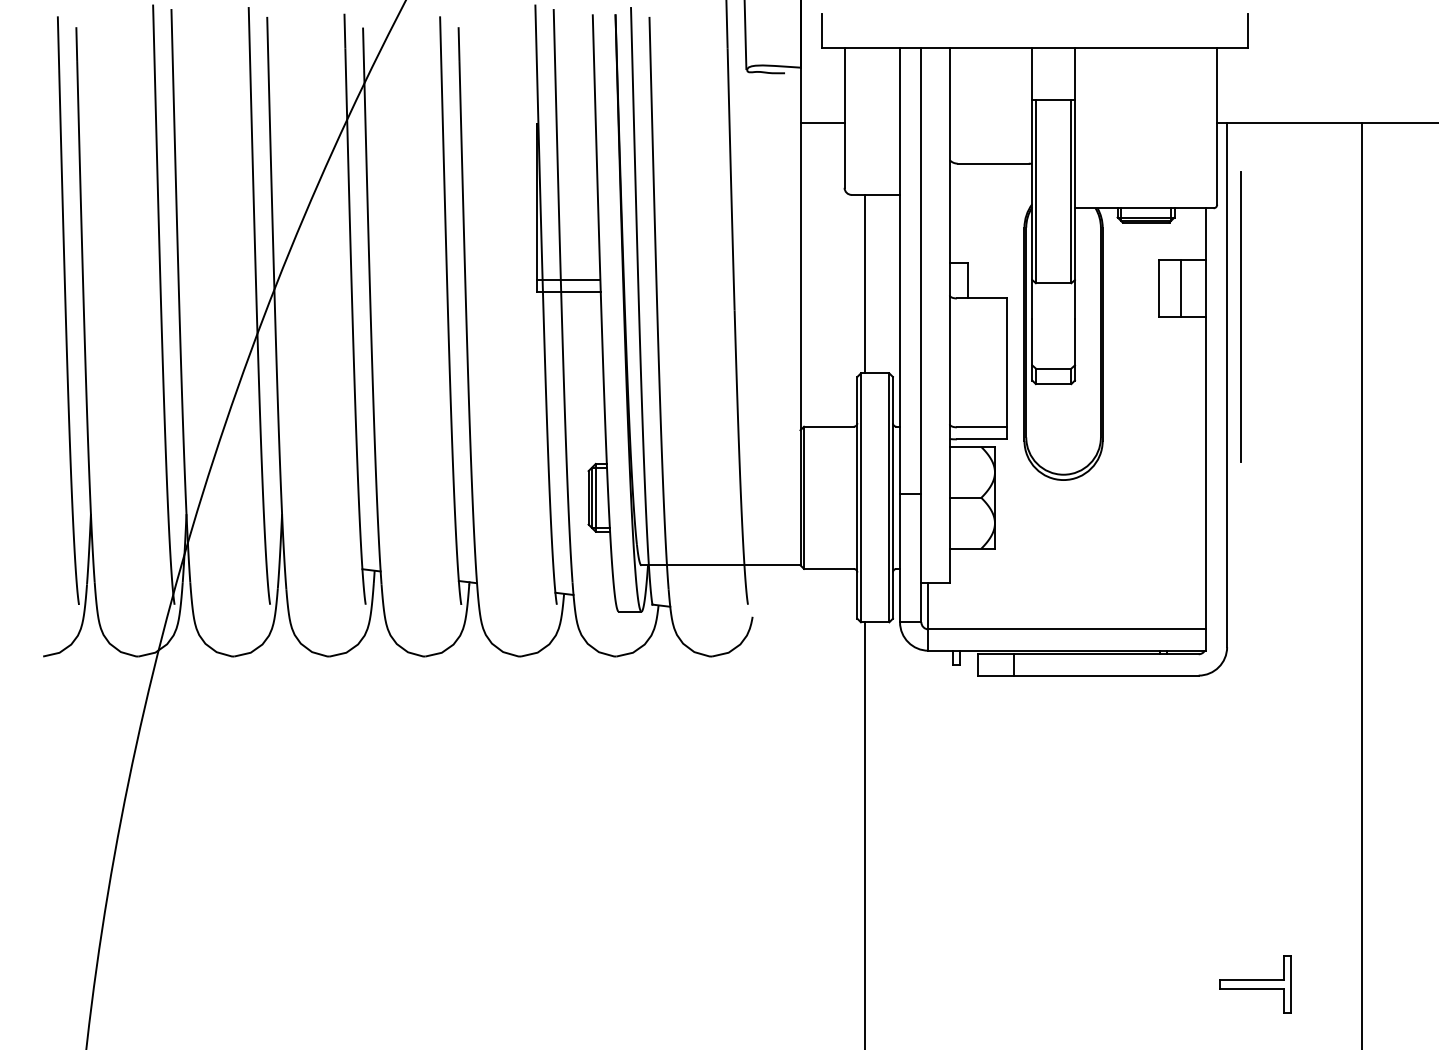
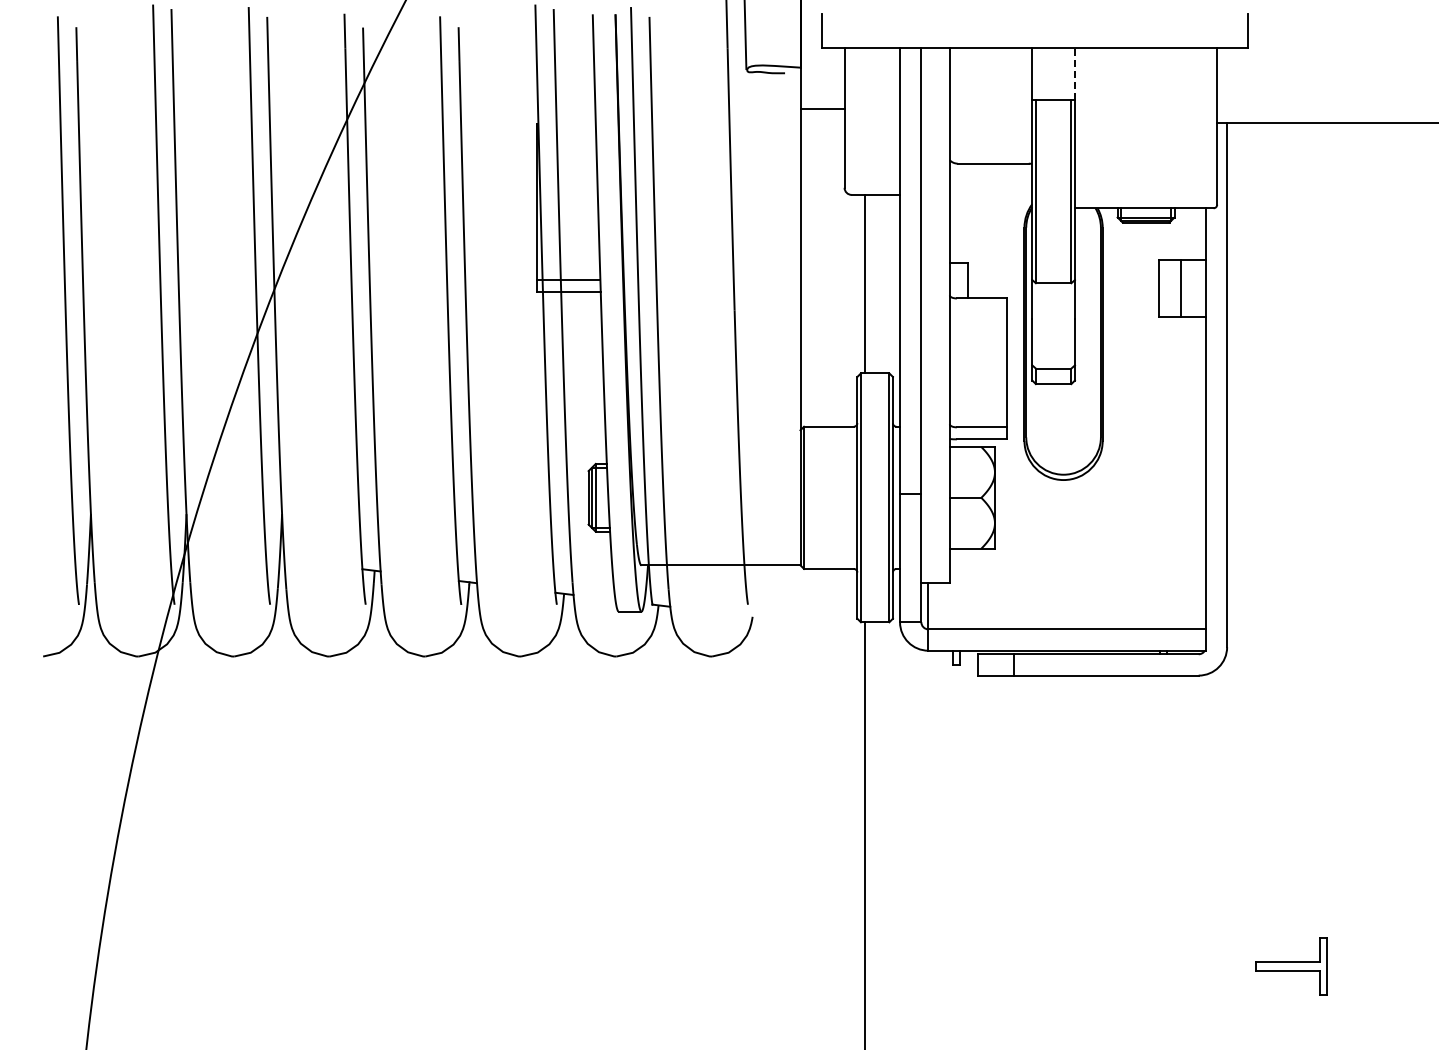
line at (1074, 74): solid -> dashed
line at (822, 122) position: (822, 122) -> (822, 108)
line at (1240, 316): present -> none
line at (1362, 584): present -> none
part at (1255, 984) position: (1255, 984) -> (1291, 966)
